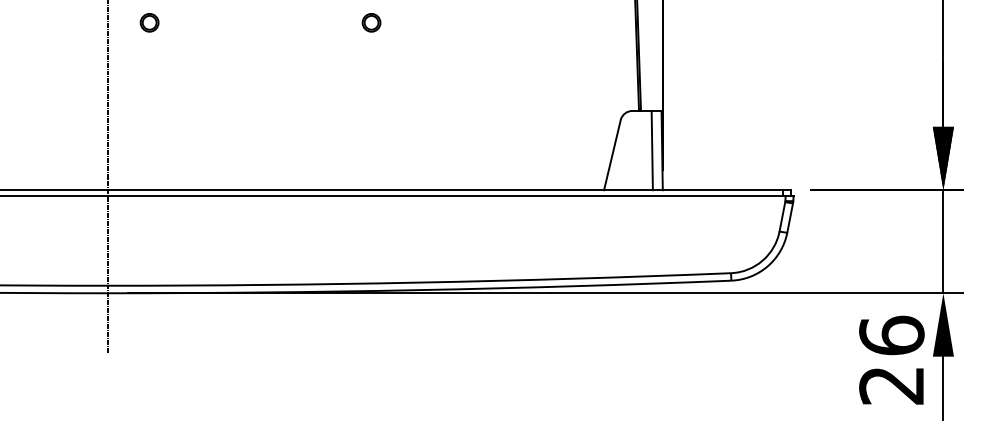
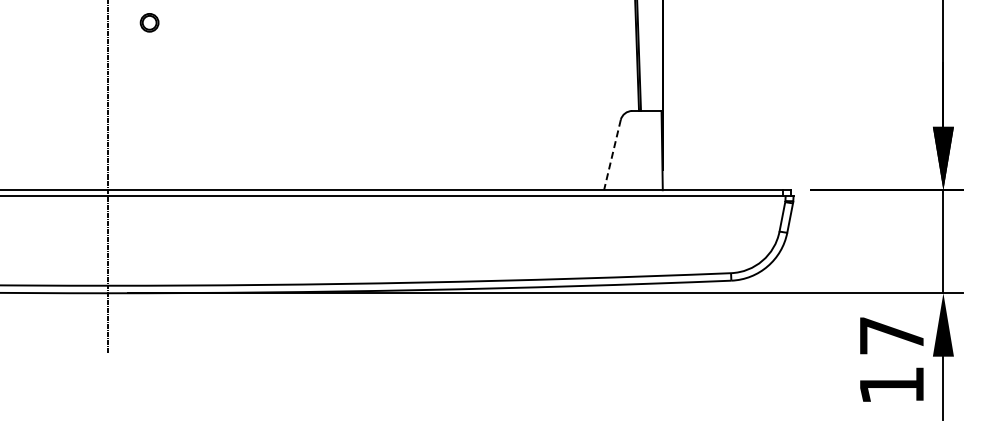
part at (371, 22): present -> none
line at (651, 150): present -> none
line at (612, 155): solid -> dashed
text at (891, 359): 26 -> 17
